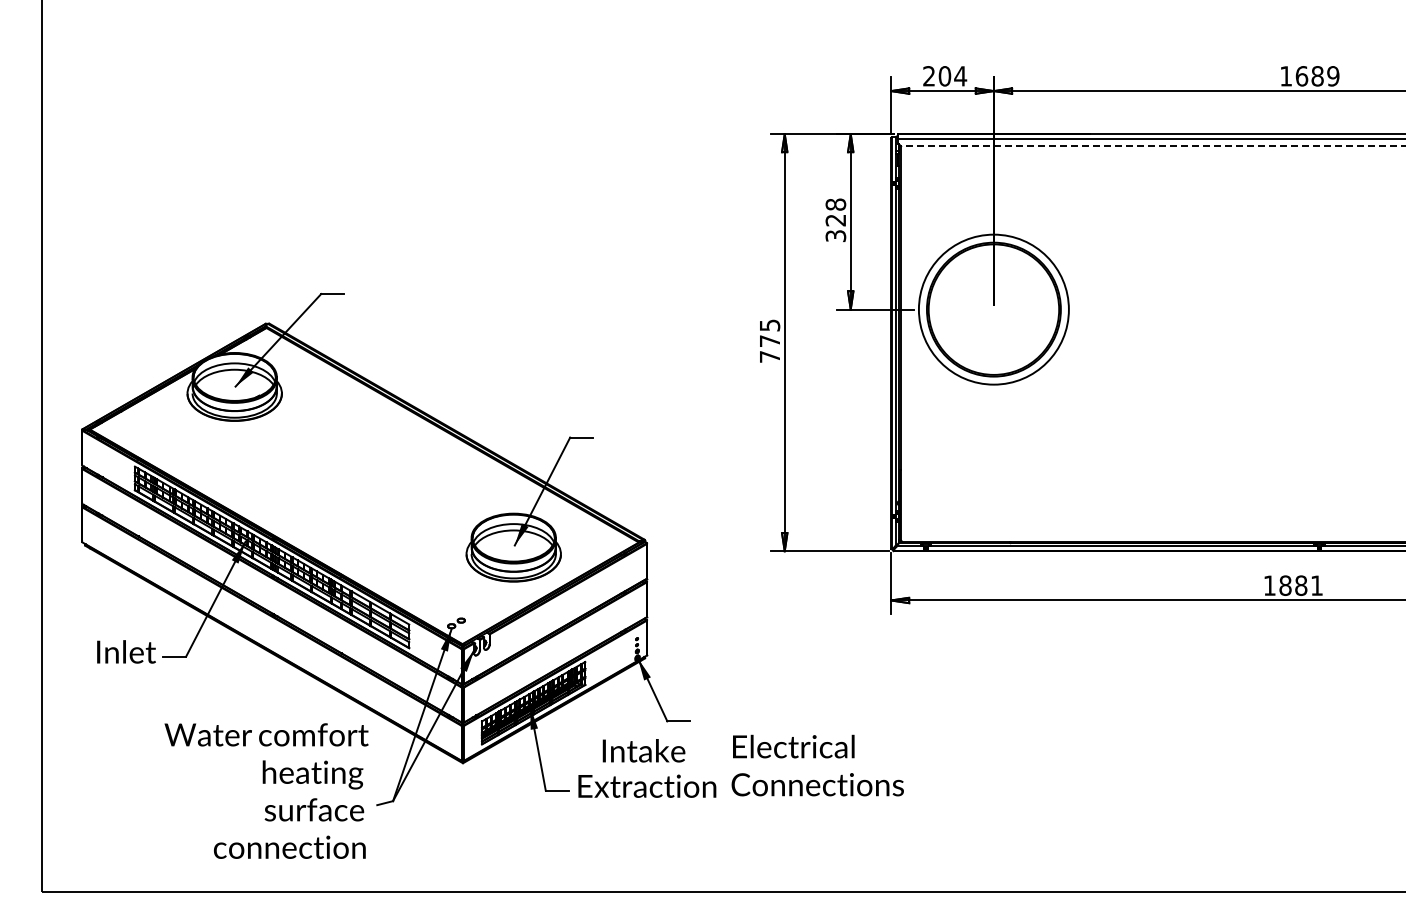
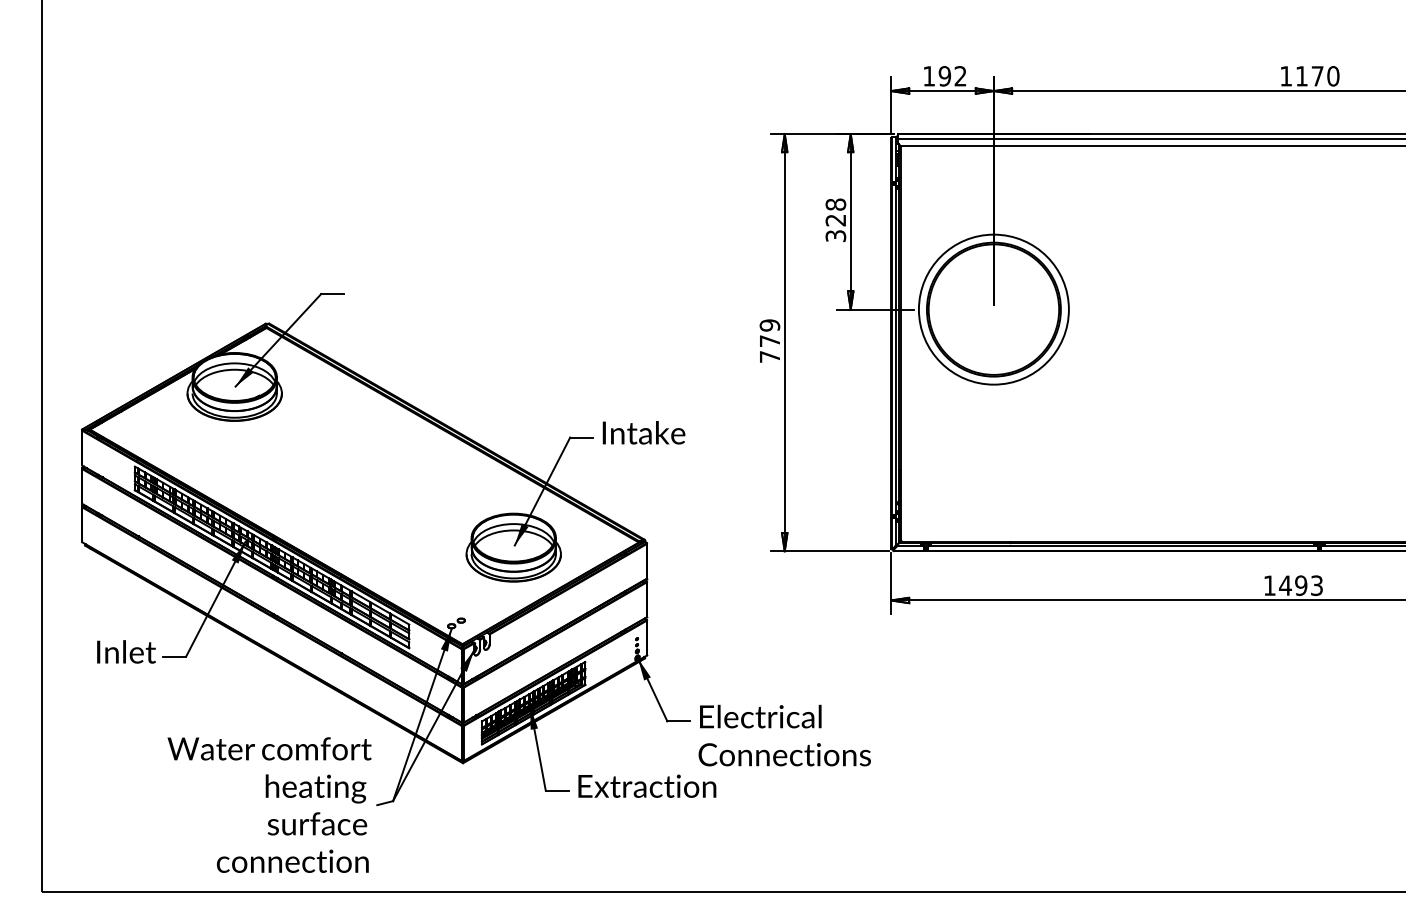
text at (945, 76): 204 -> 192
text at (1317, 76): 1689 -> 1170
line at (1152, 146): dashed -> solid
text at (769, 325): 775 -> 779
text at (1300, 585): 1881 -> 1493
text at (643, 750) position: (643, 750) -> (643, 432)
text at (817, 765) position: (817, 765) -> (784, 735)
text at (266, 790) position: (266, 790) -> (269, 804)
